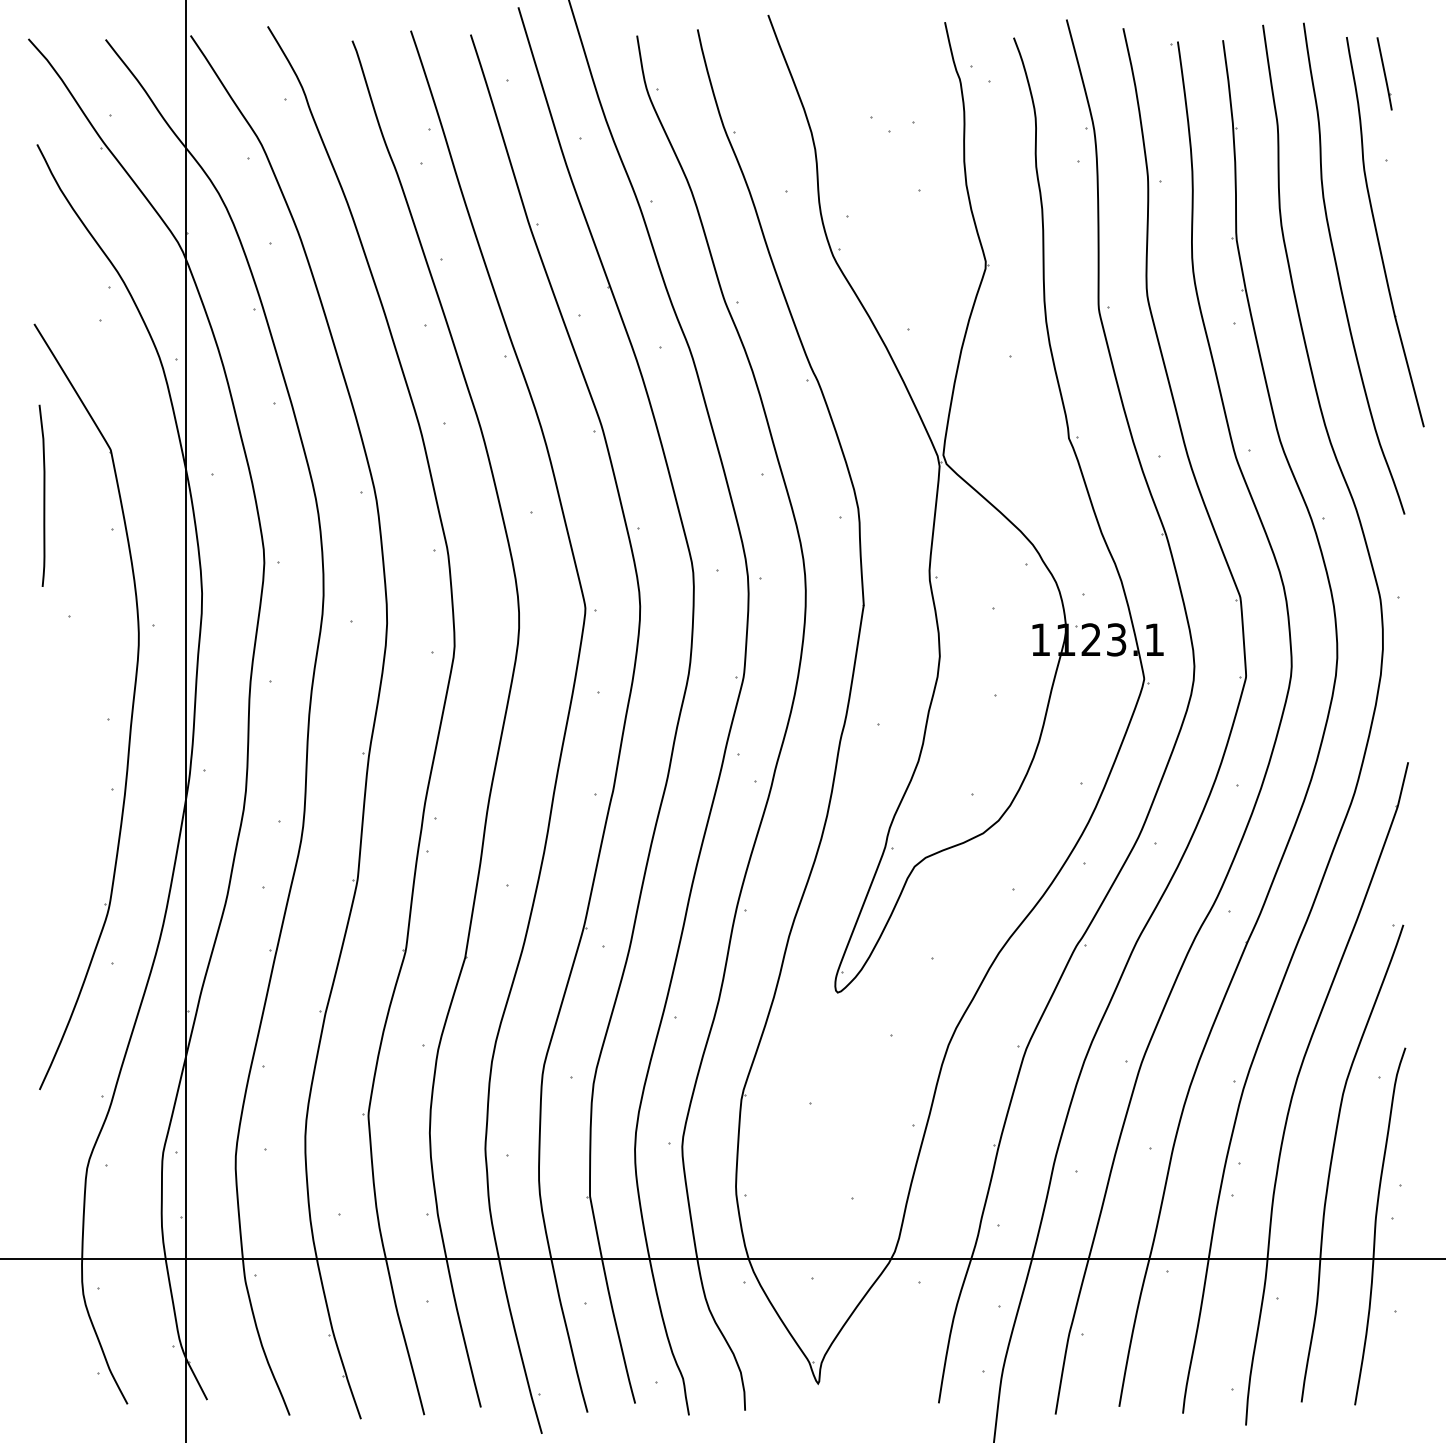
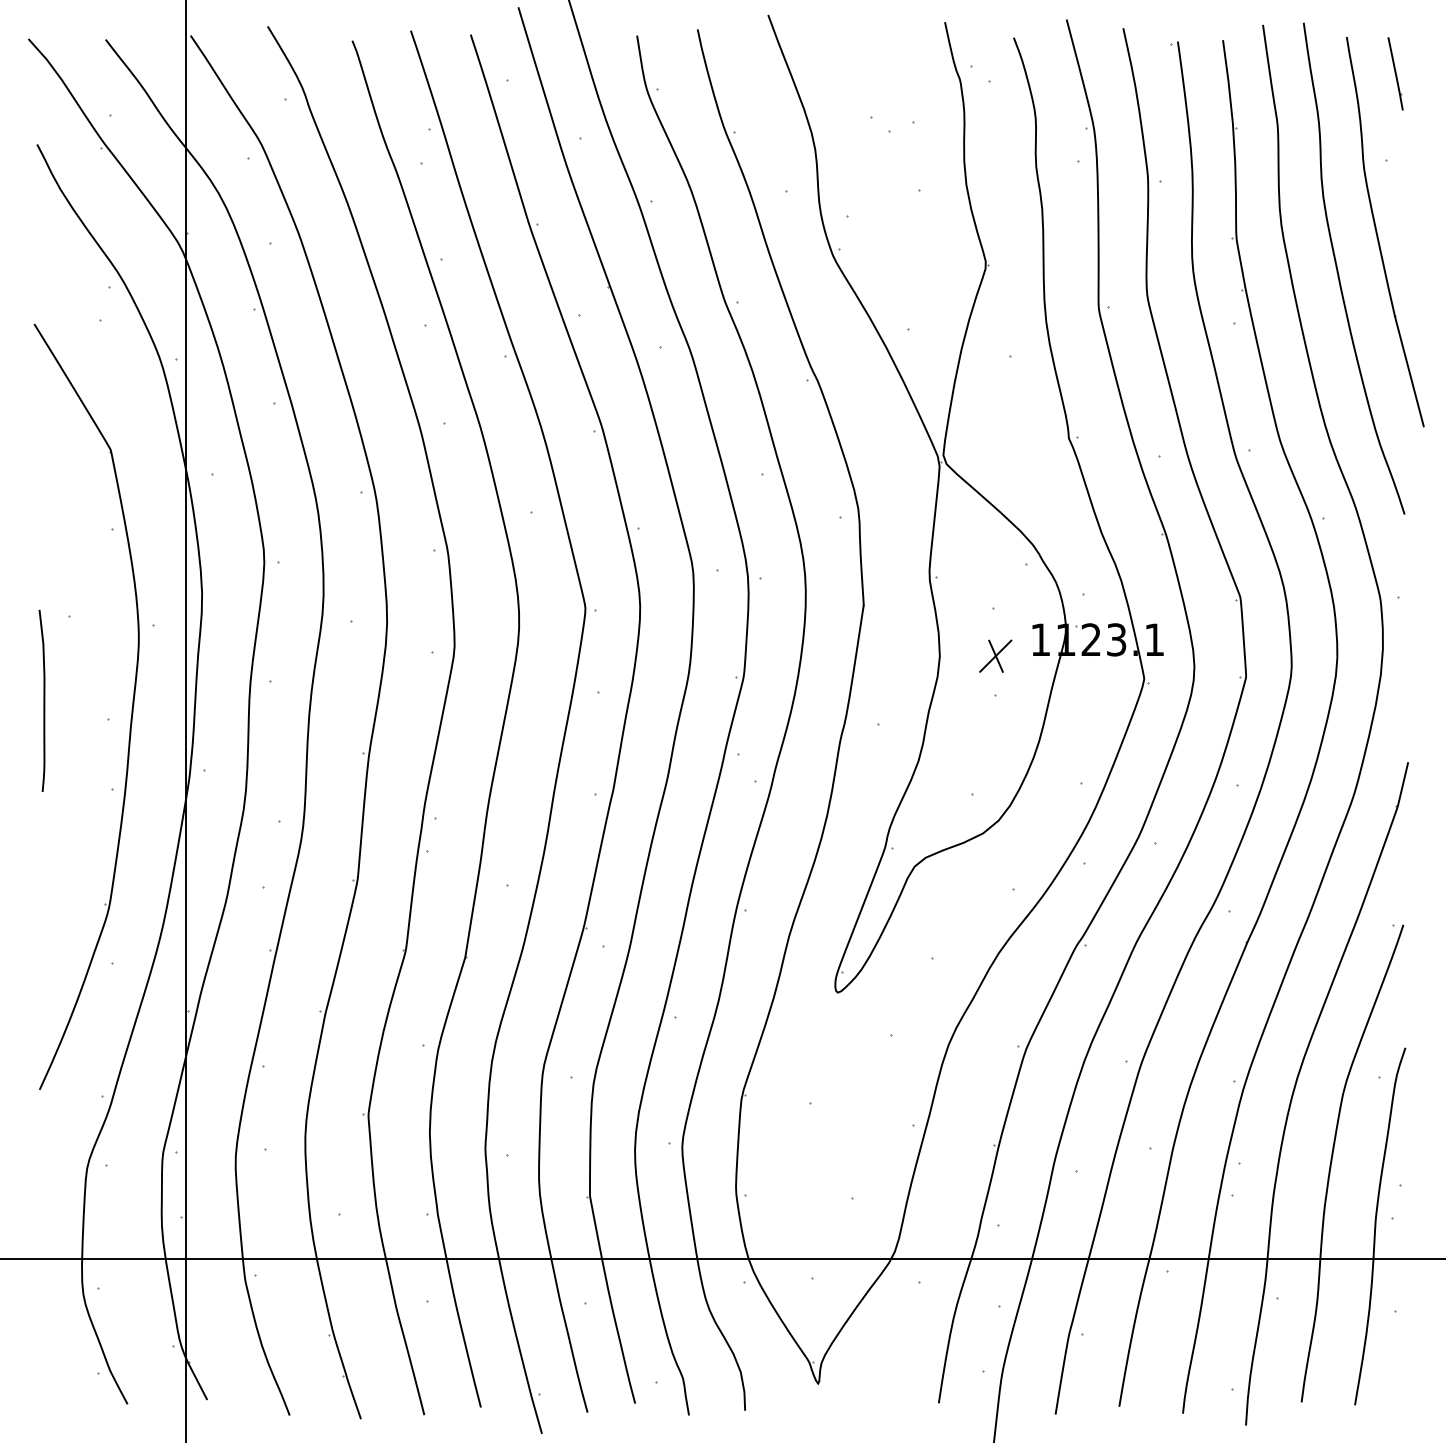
part at (1384, 73) position: (1384, 73) -> (1395, 73)
curve at (43, 495) position: (43, 495) -> (43, 700)
part at (995, 655): none -> present
